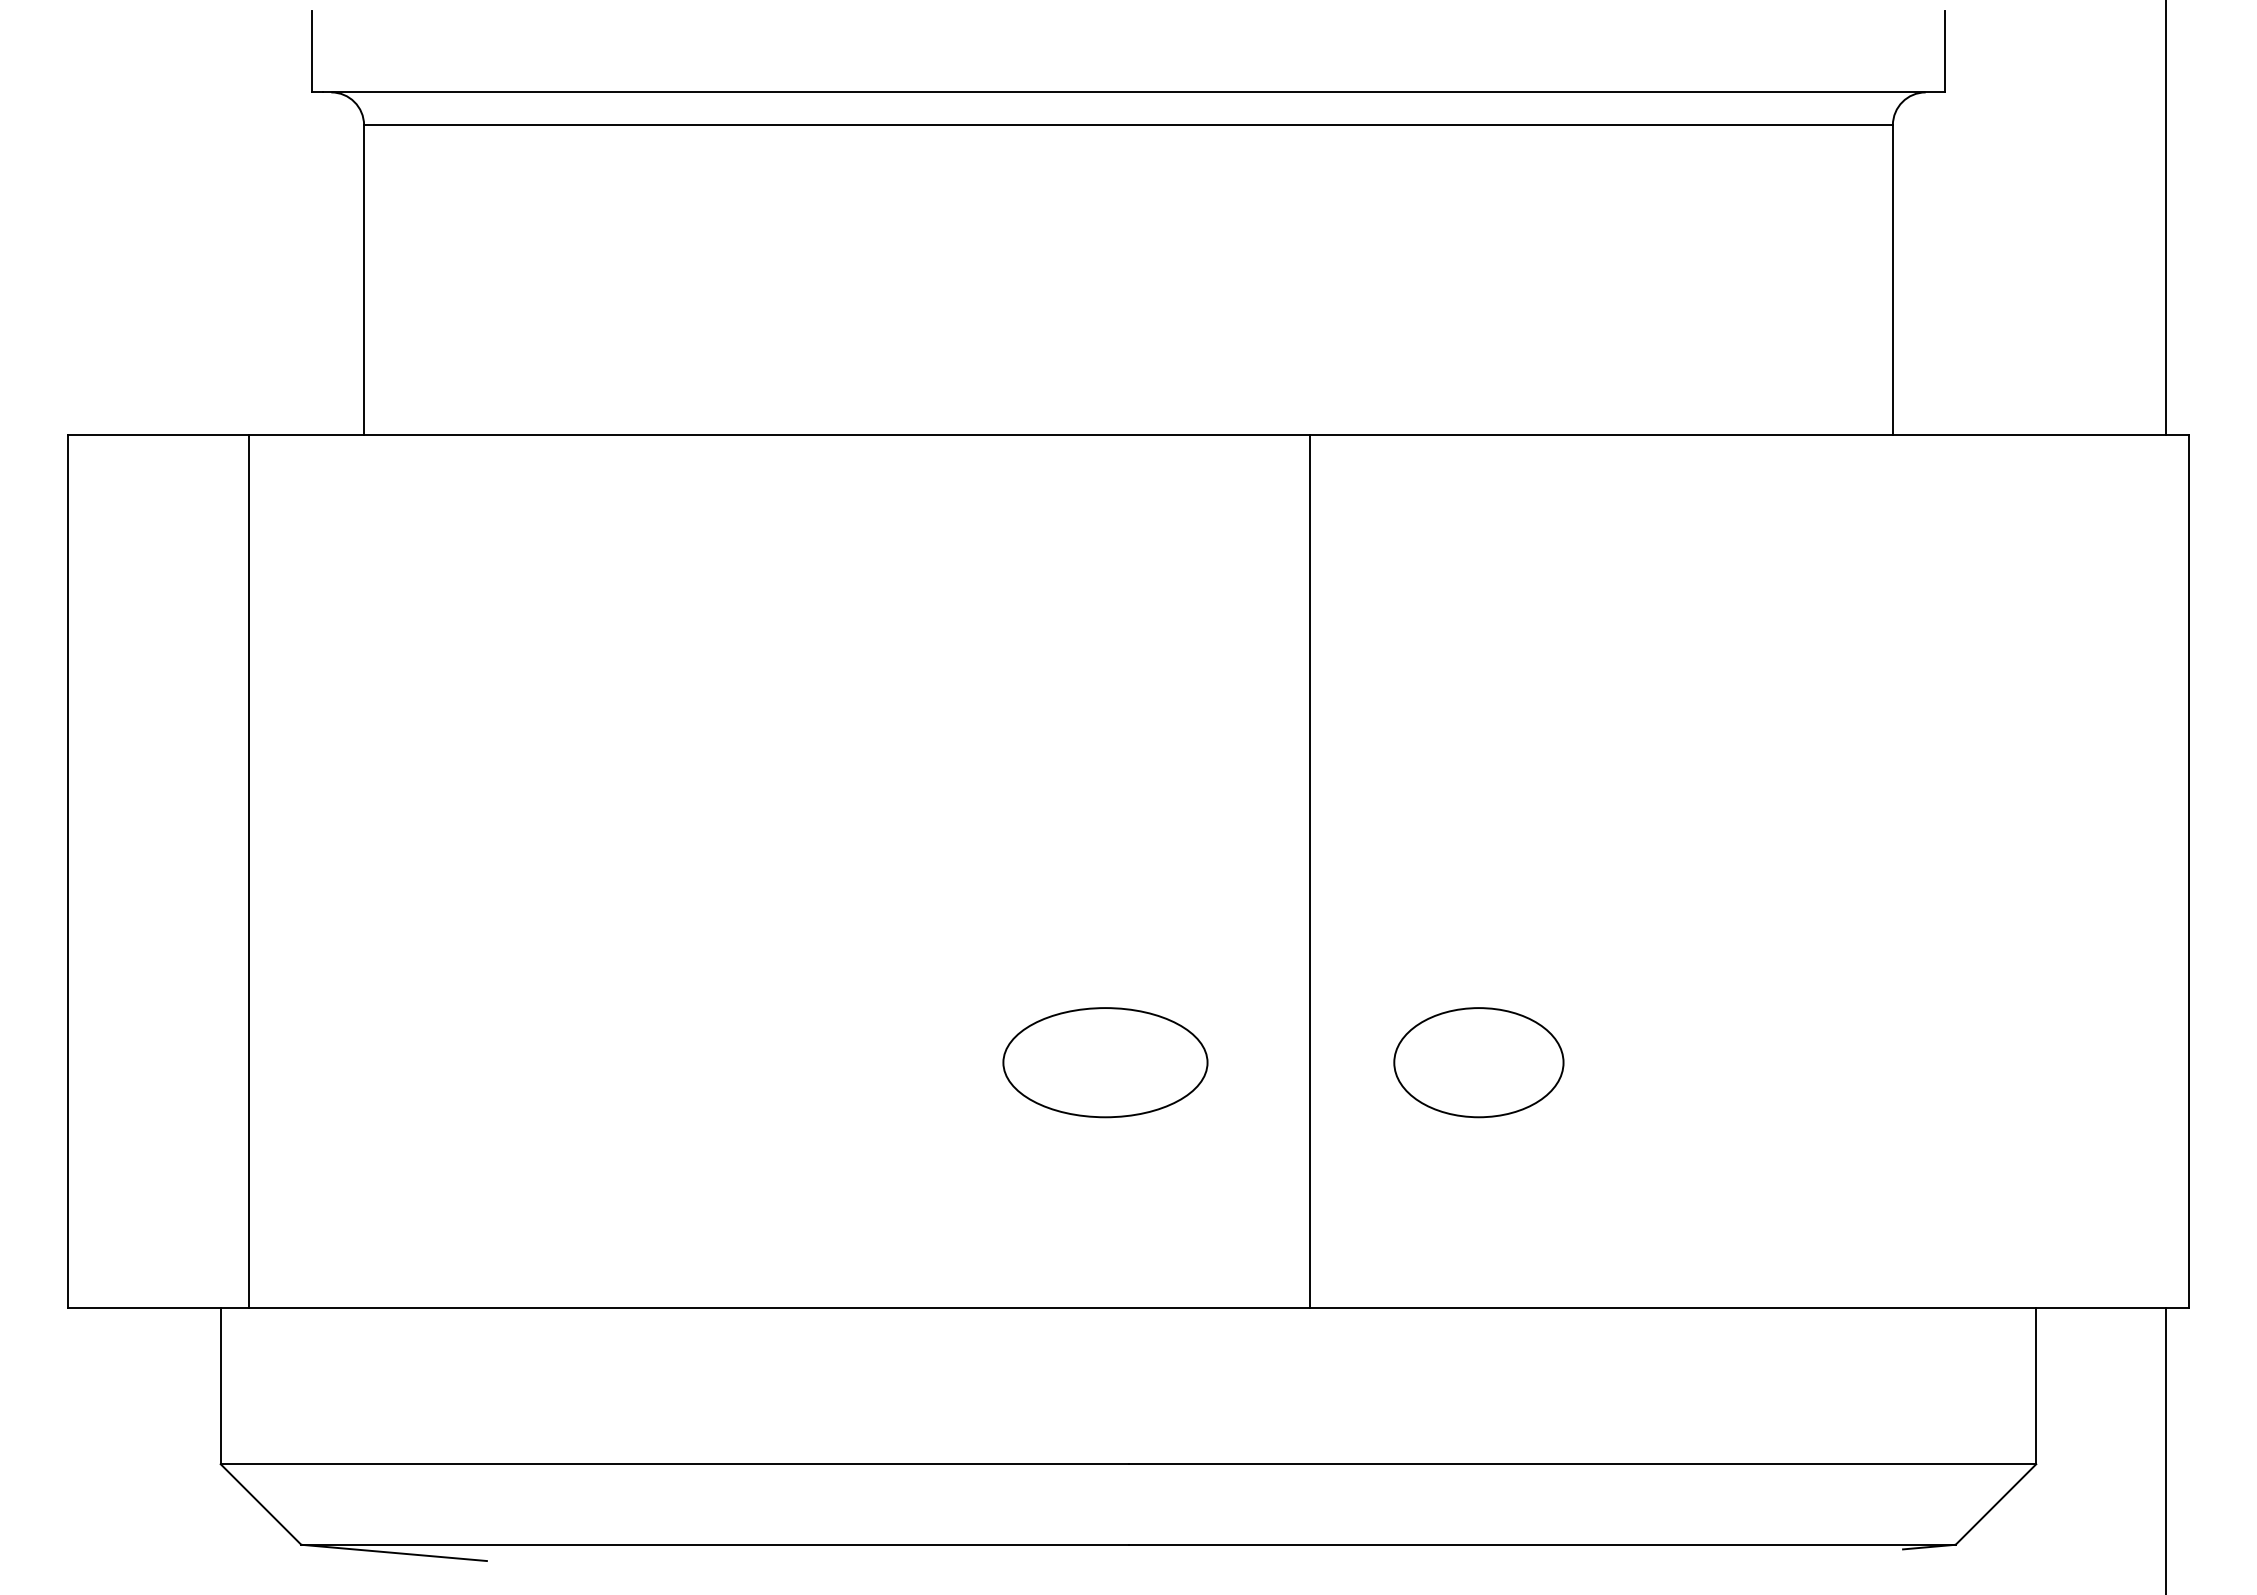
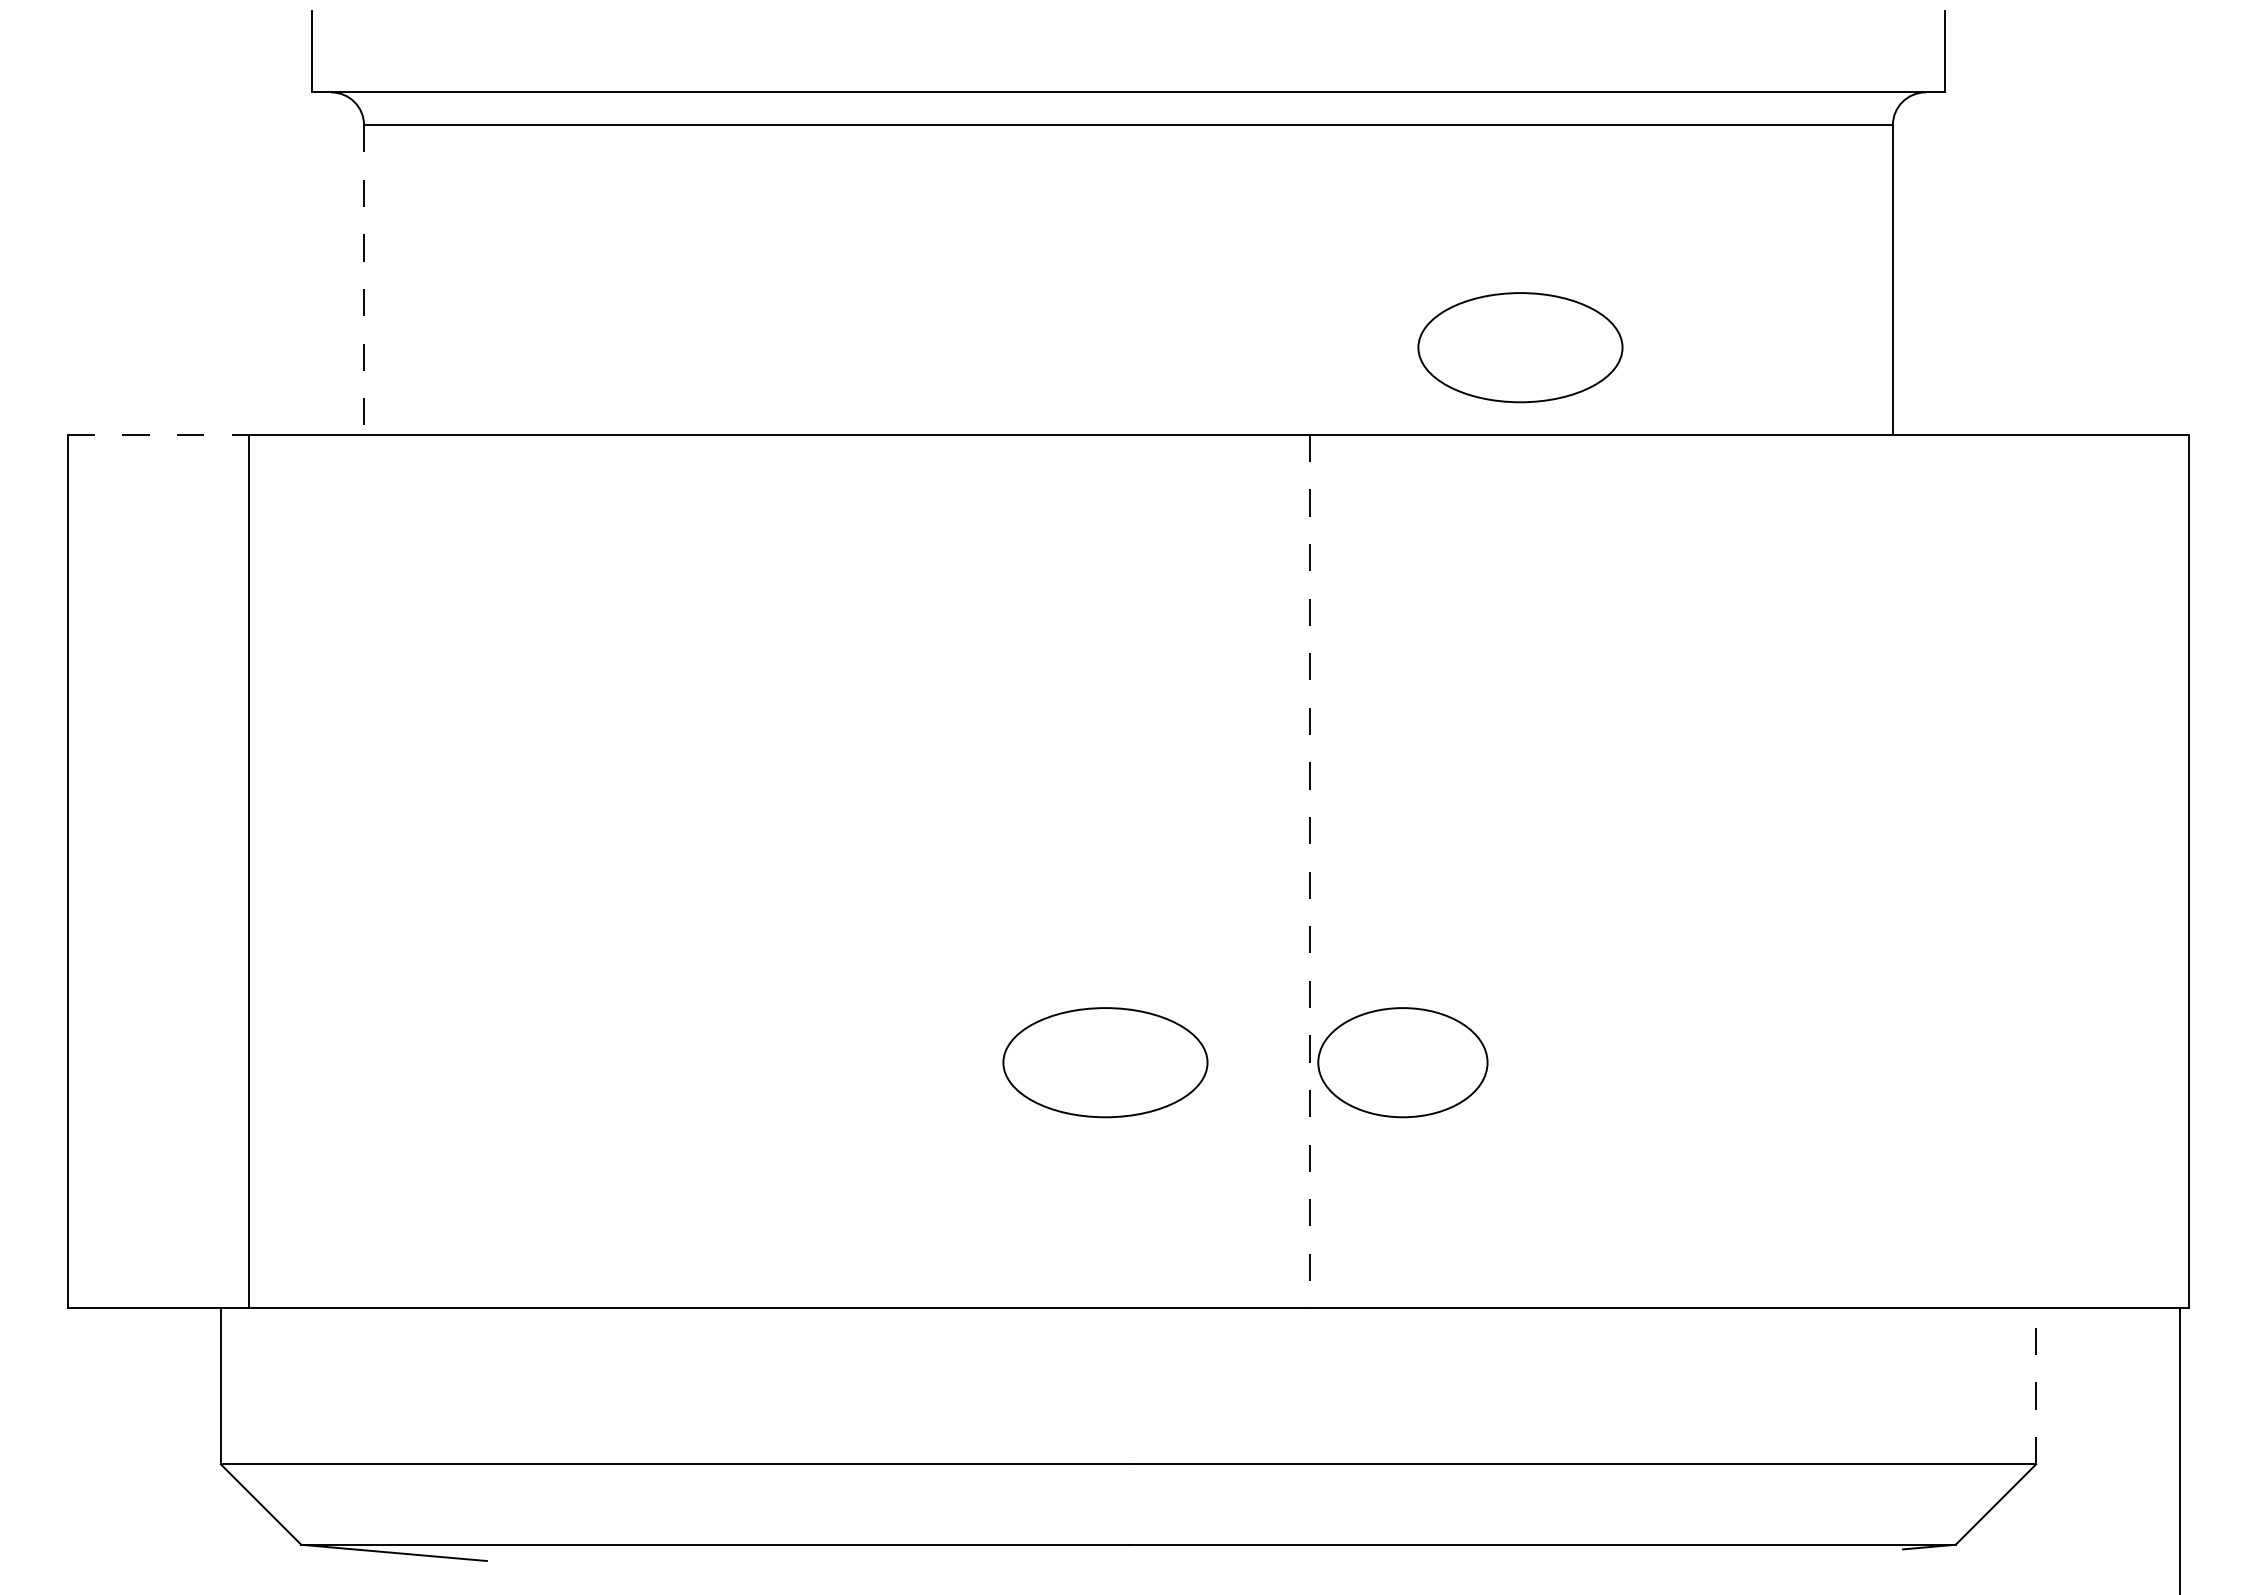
line at (2165, 218): present -> none
line at (364, 279): solid -> dashed
part at (1520, 347): none -> present
line at (158, 434): solid -> dashed
line at (1309, 871): solid -> dashed
part at (1478, 1062) position: (1478, 1062) -> (1402, 1062)
line at (2036, 1386): solid -> dashed
line at (2165, 1449) position: (2165, 1449) -> (2179, 1449)
